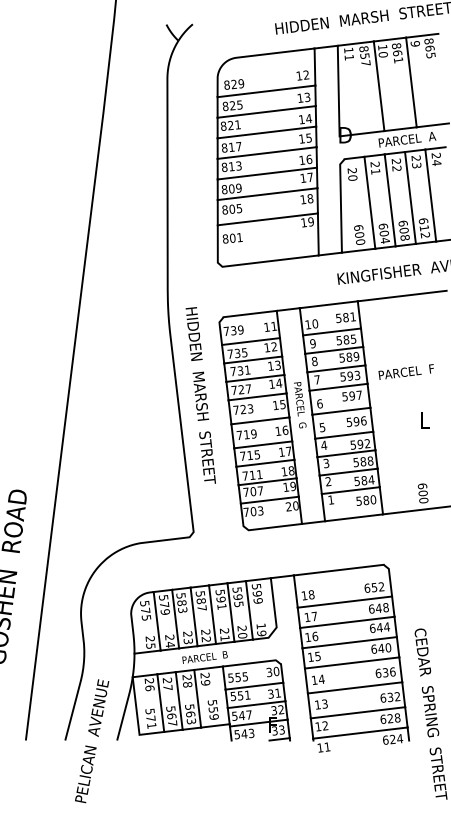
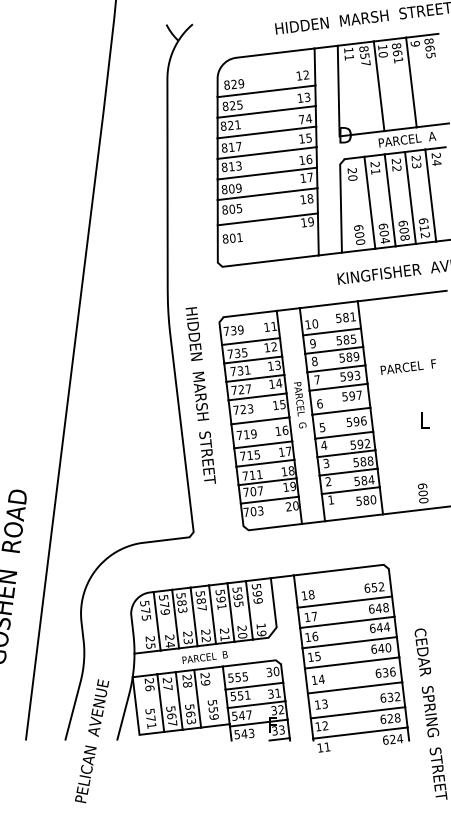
text at (301, 119): 14 -> 74
text at (405, 371) position: (405, 371) -> (407, 366)
